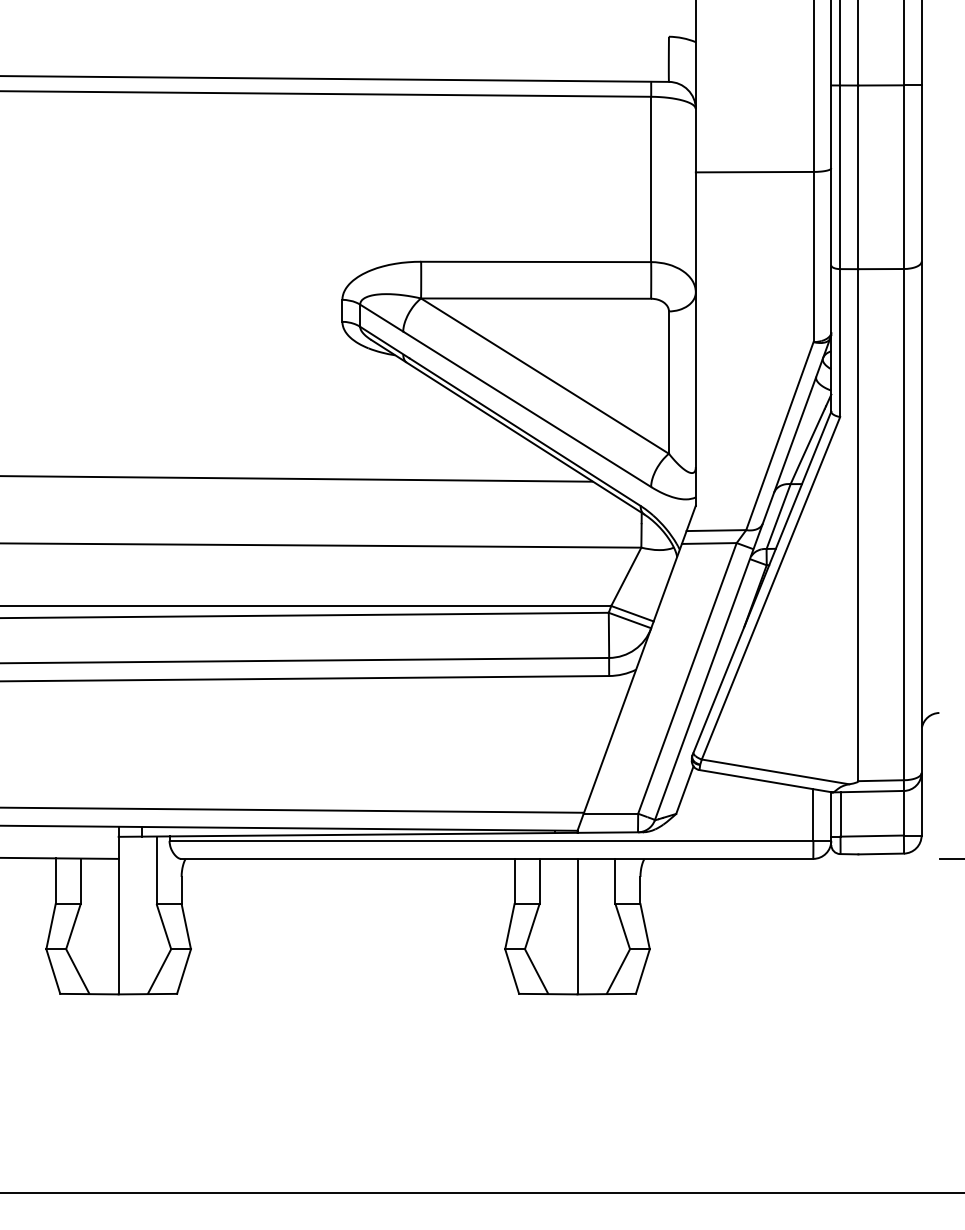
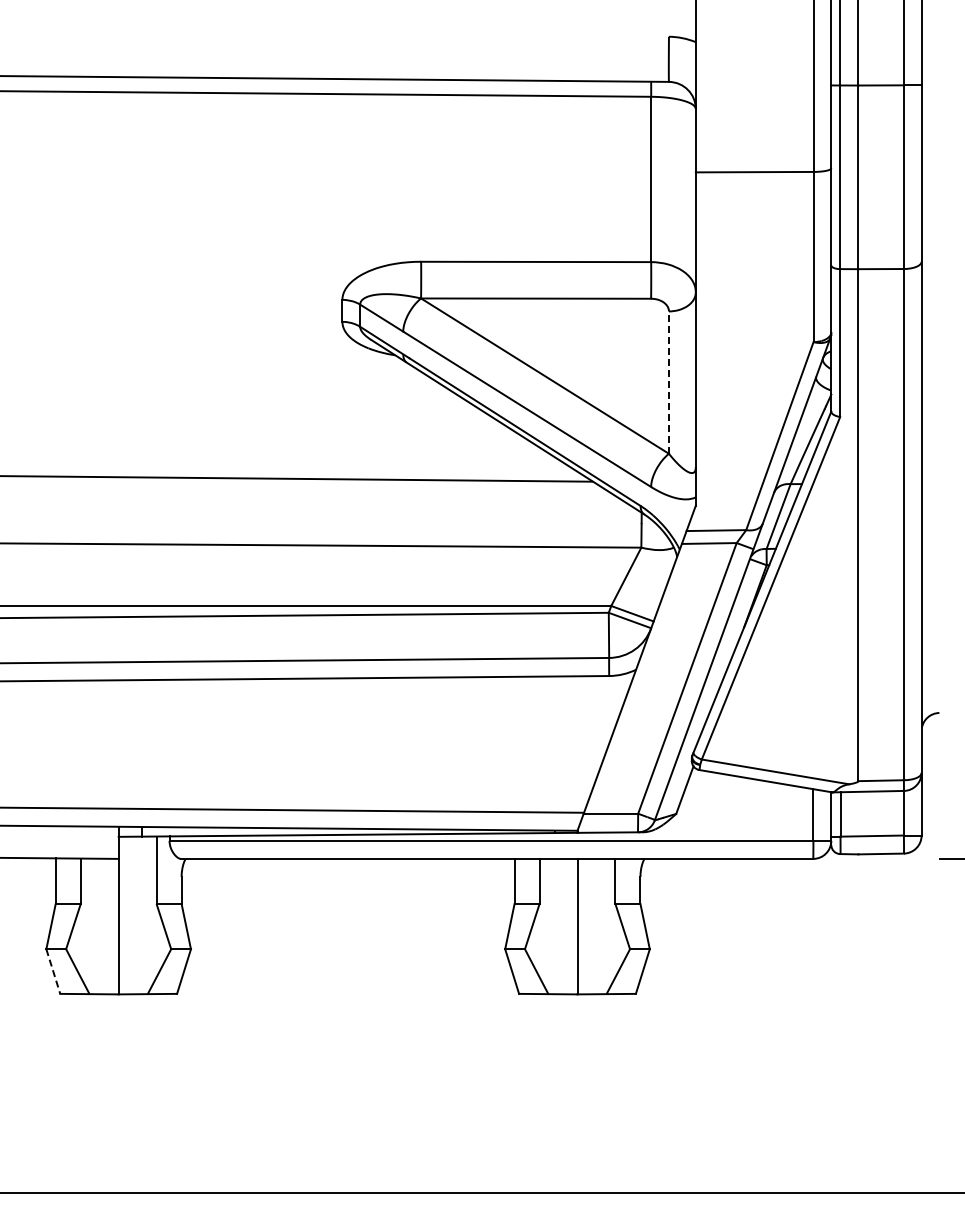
line at (668, 382): solid -> dashed
line at (53, 972): solid -> dashed
